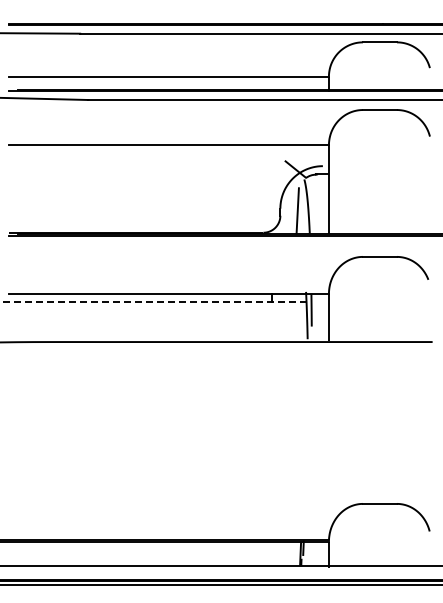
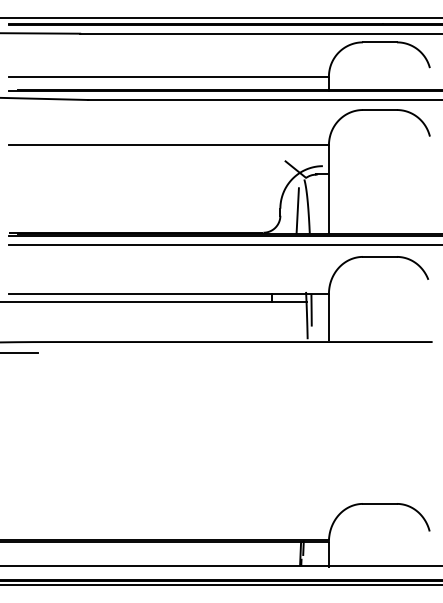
line at (220, 18): none -> present
line at (223, 245): none -> present
line at (153, 301): dashed -> solid
line at (19, 353): none -> present
